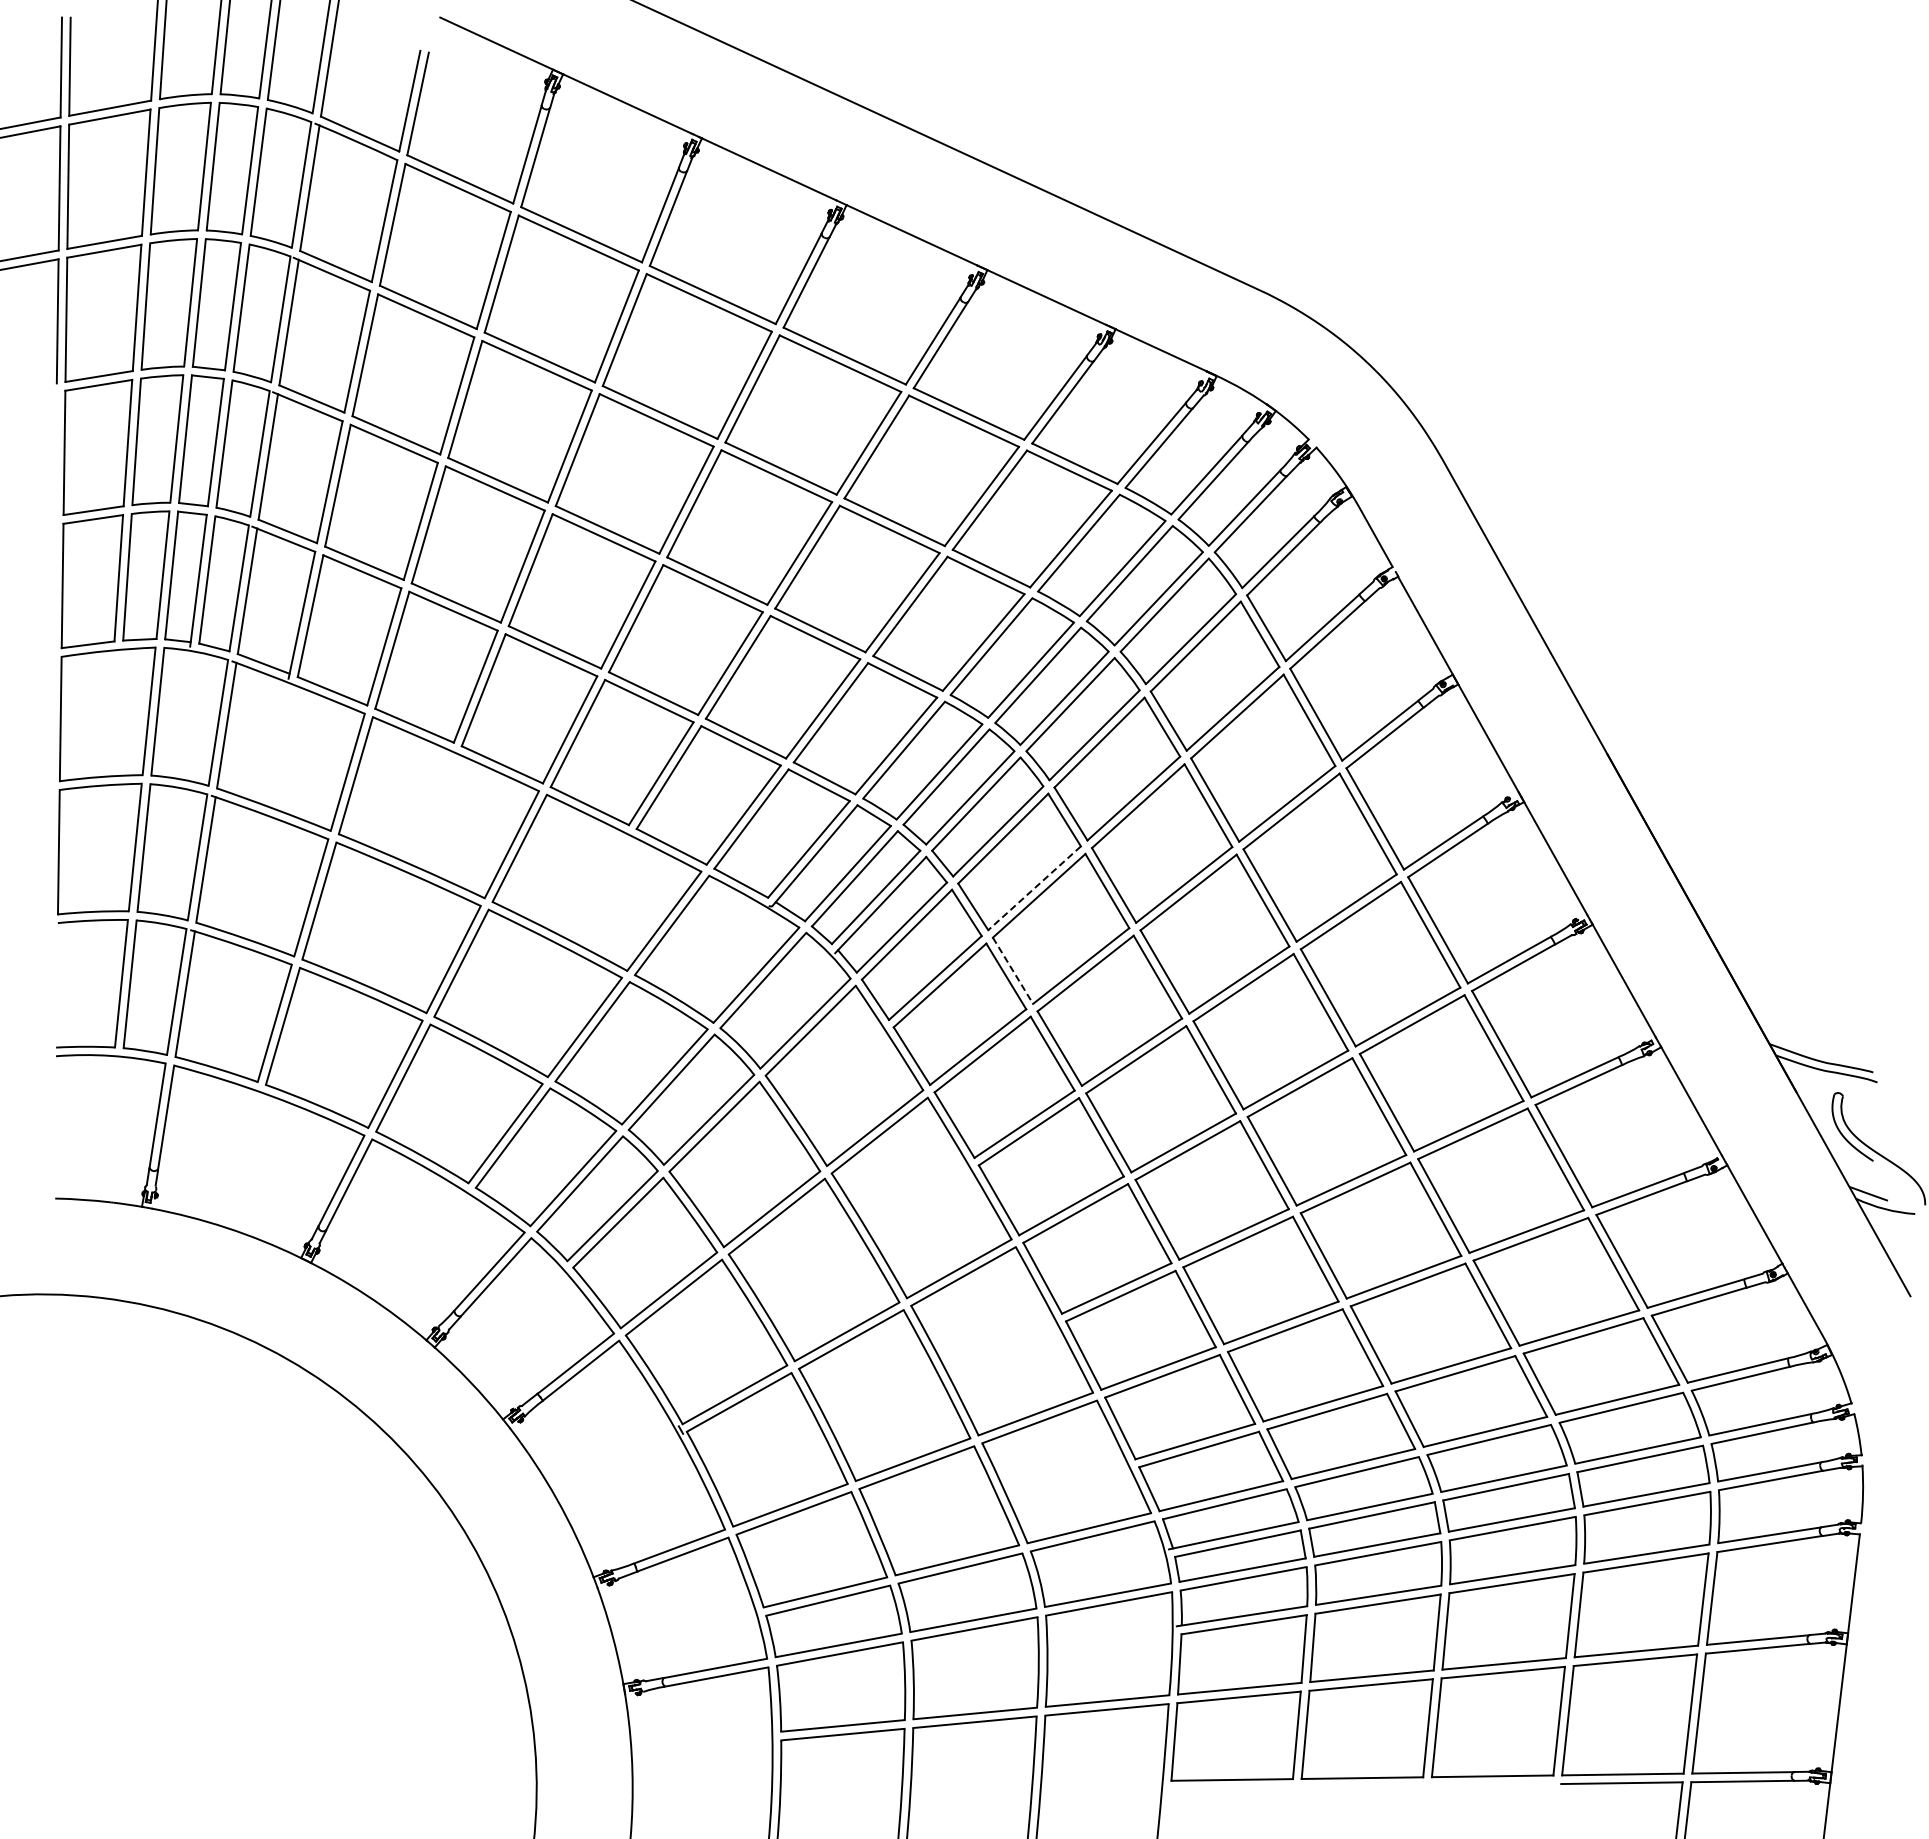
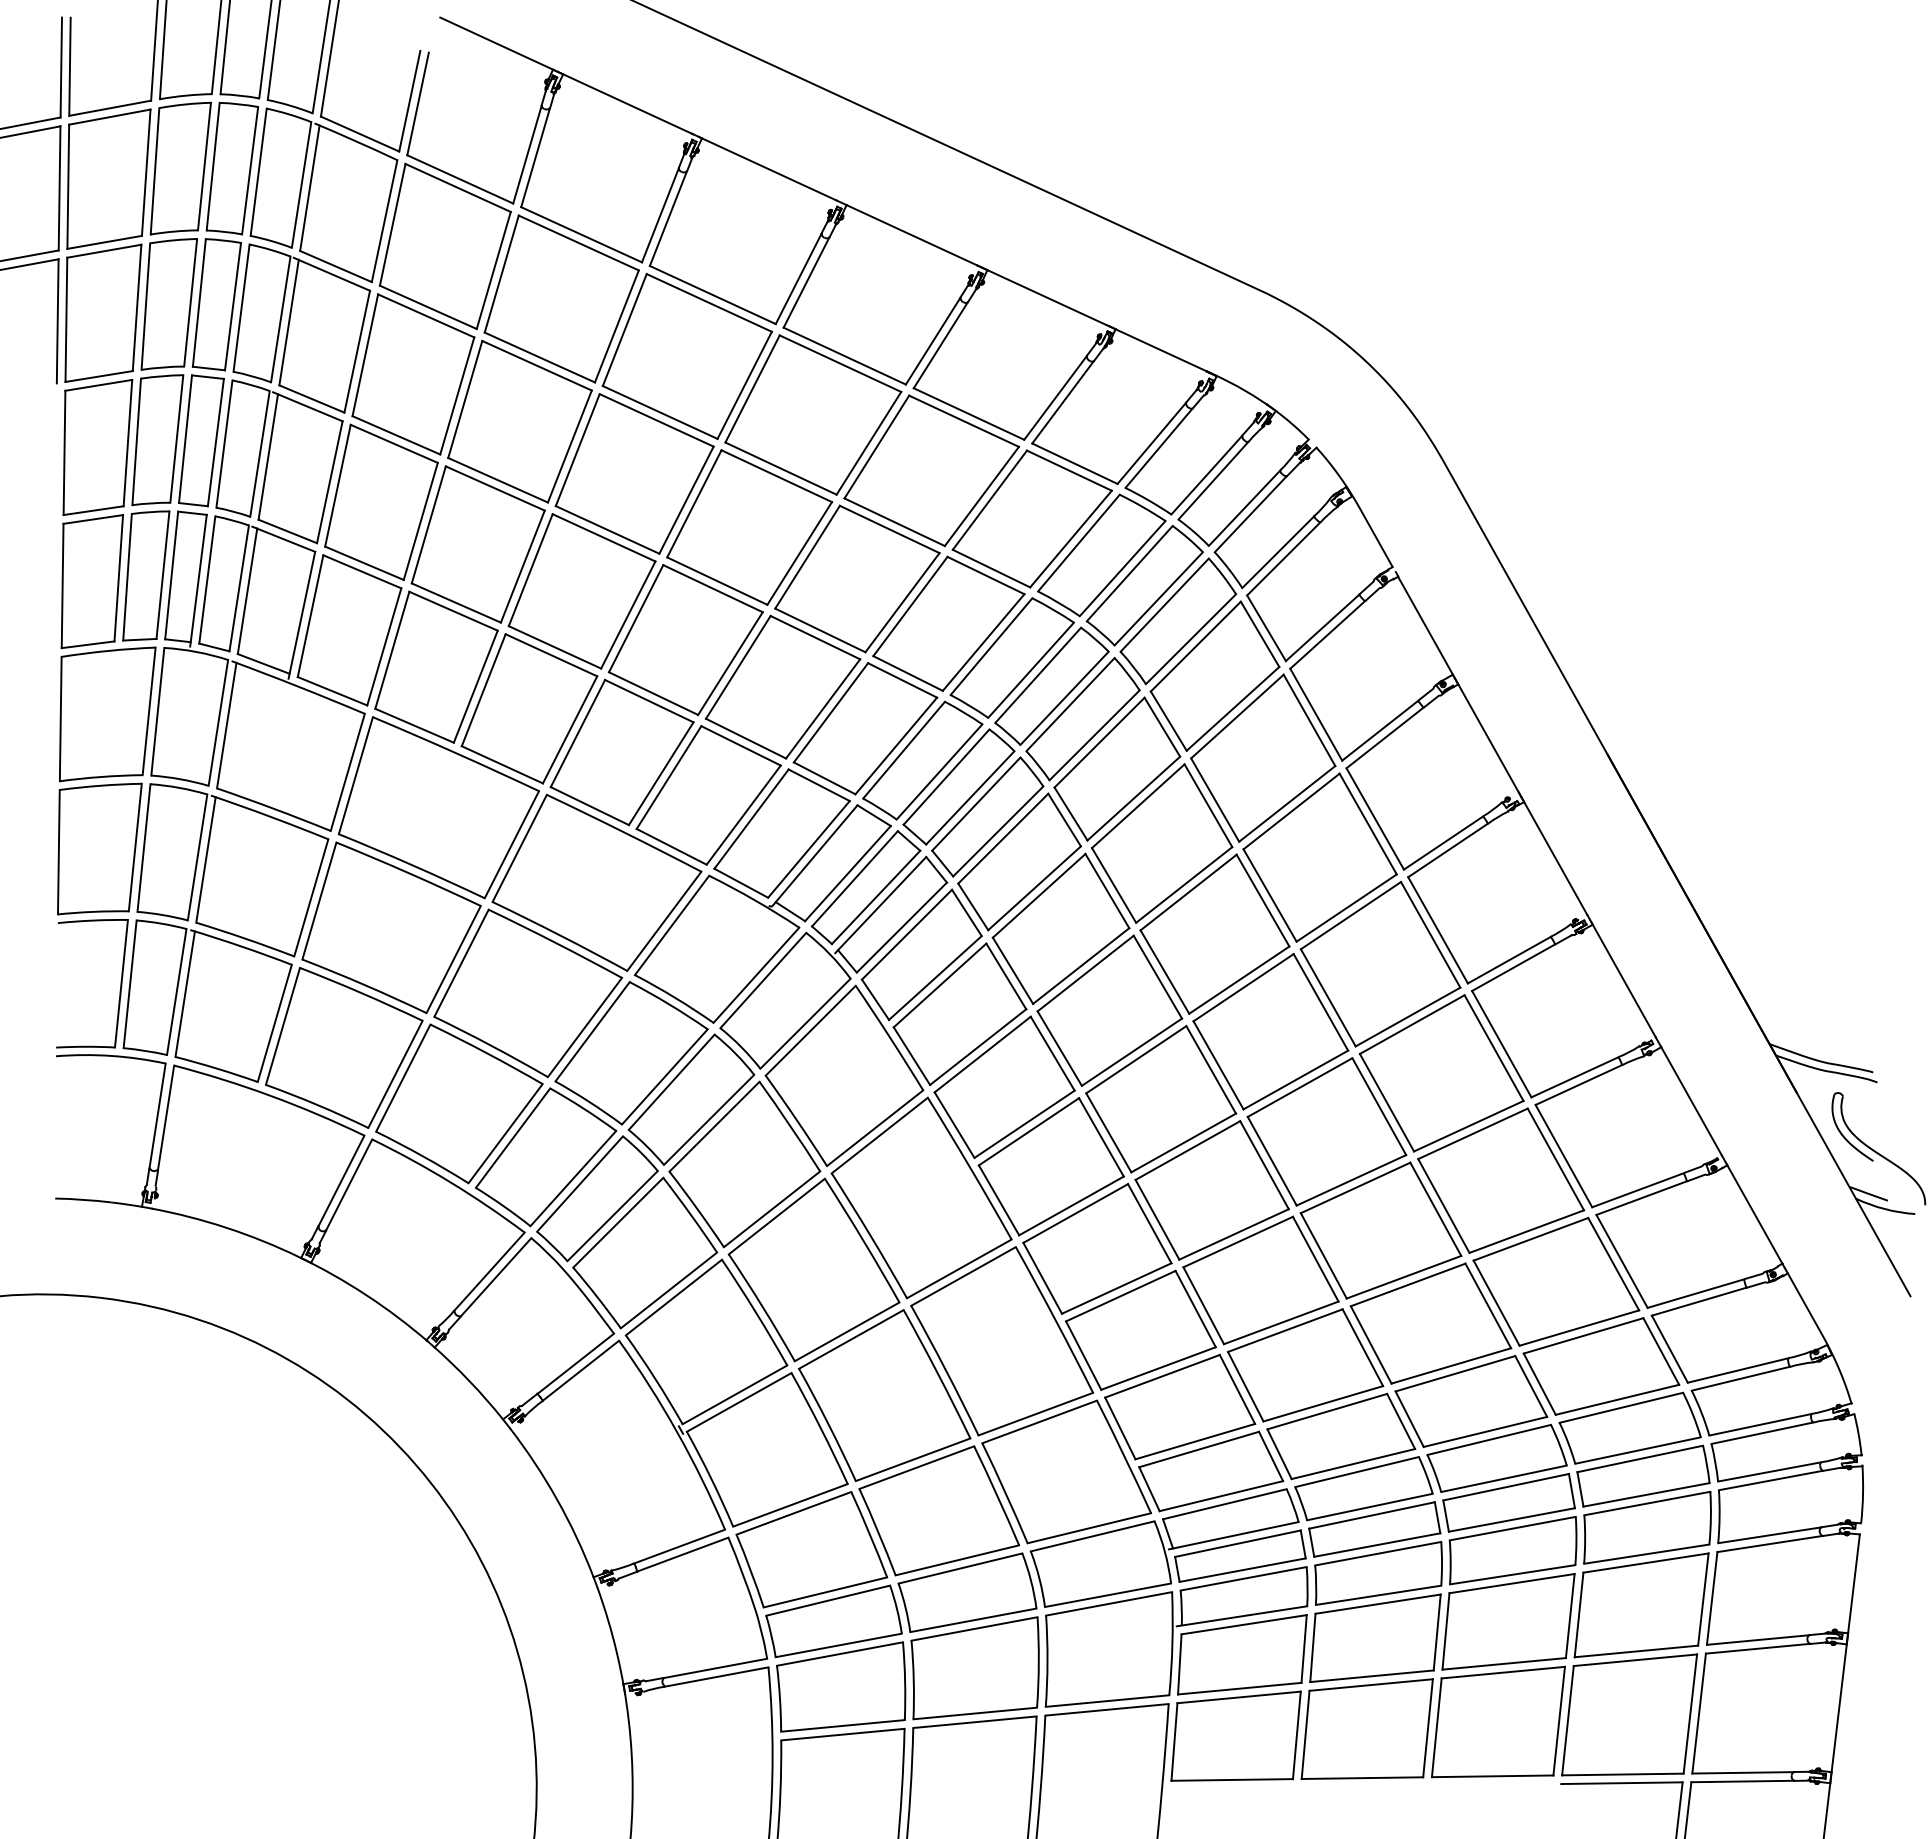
line at (1034, 888): dashed -> solid
line at (1013, 970): dashed -> solid
